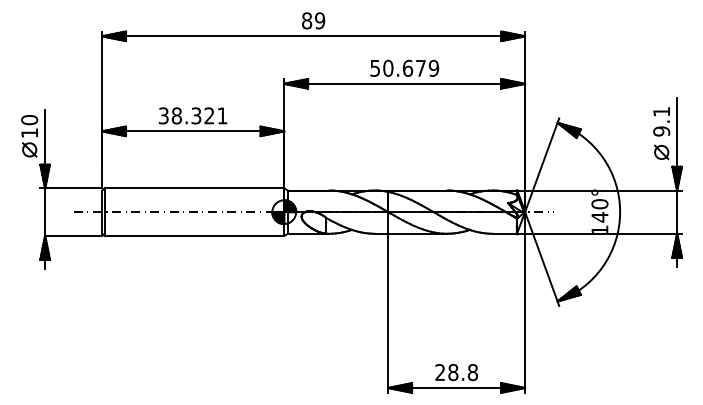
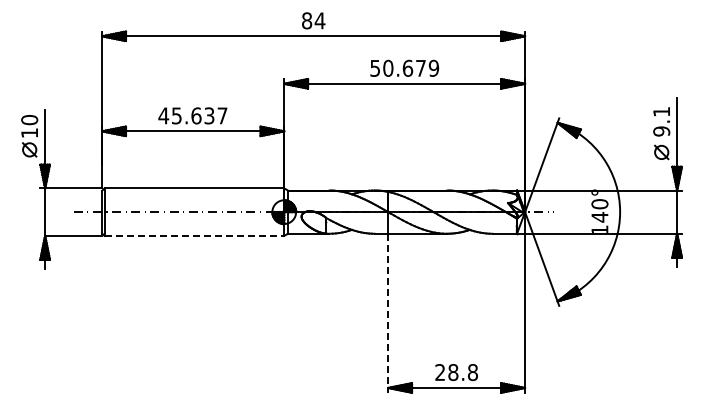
text at (319, 20): 89 -> 84
text at (192, 115): 38.321 -> 45.637
line at (194, 235): solid -> dashed
line at (388, 313): solid -> dashed
